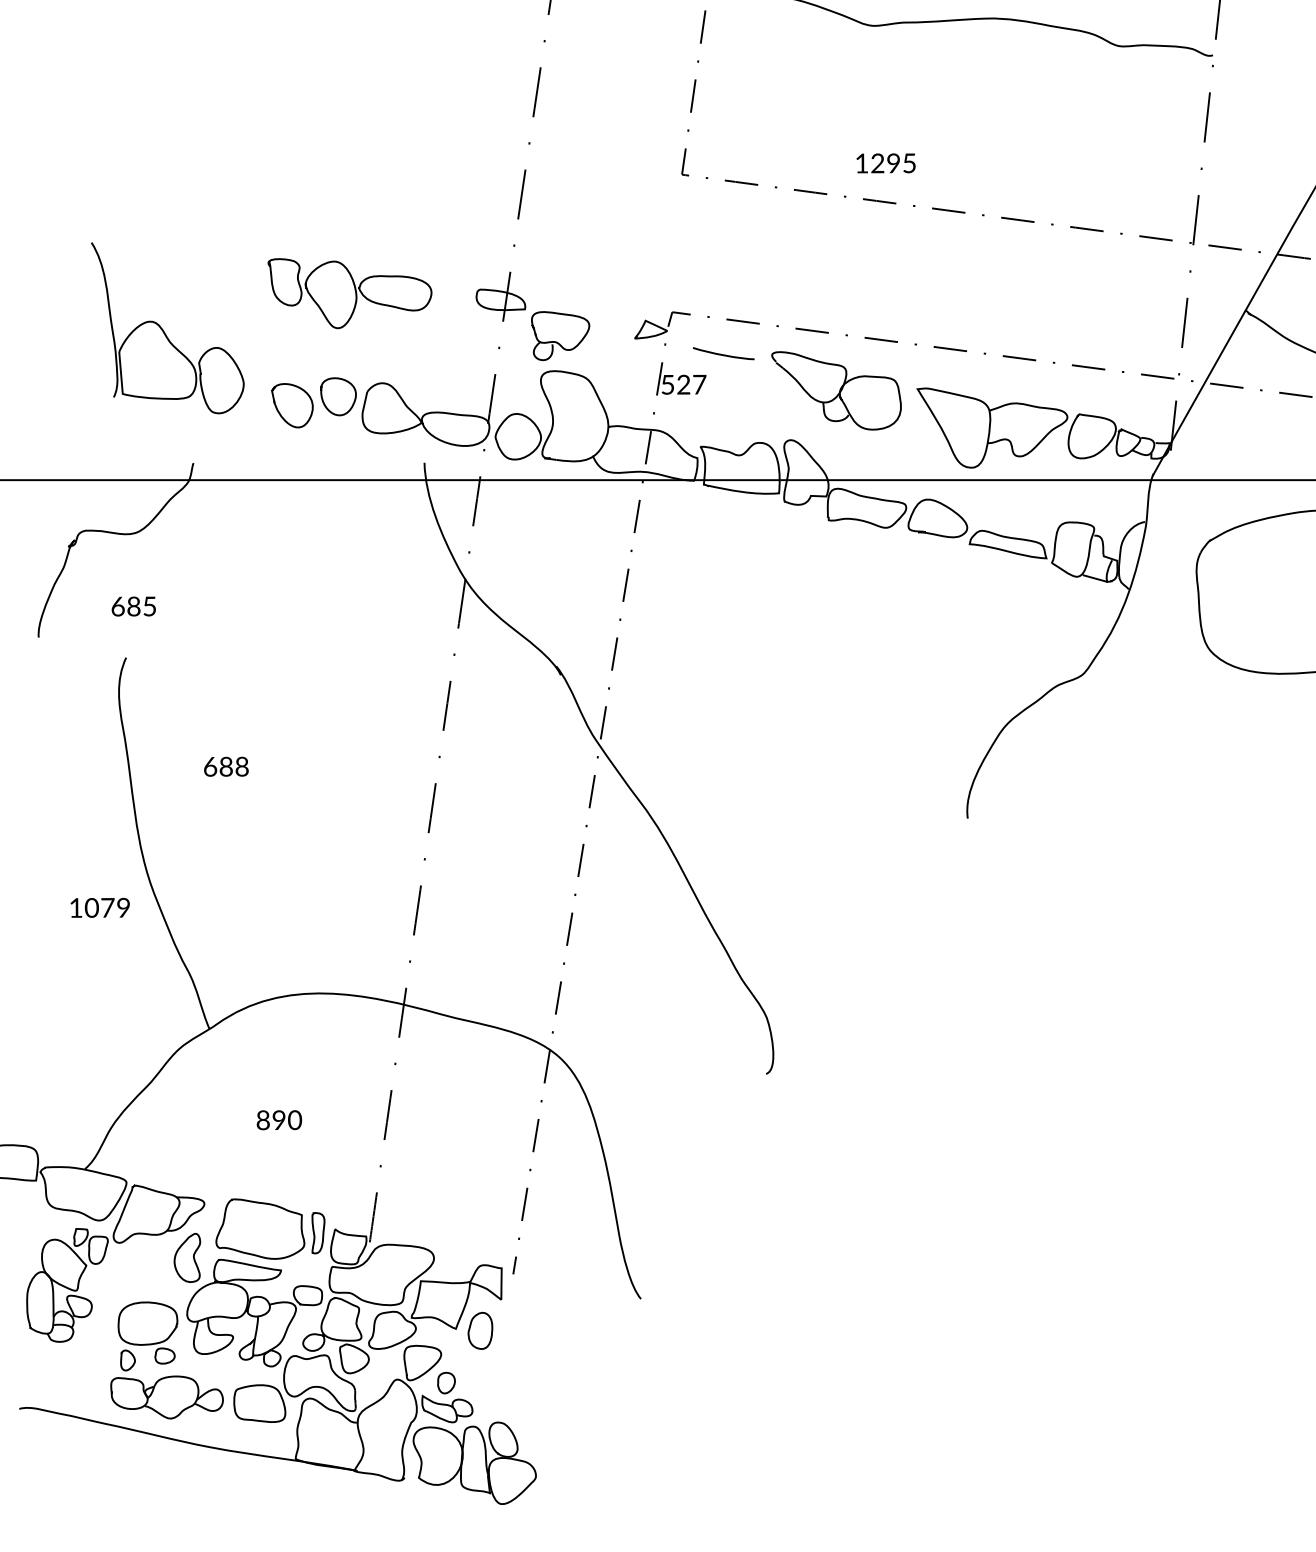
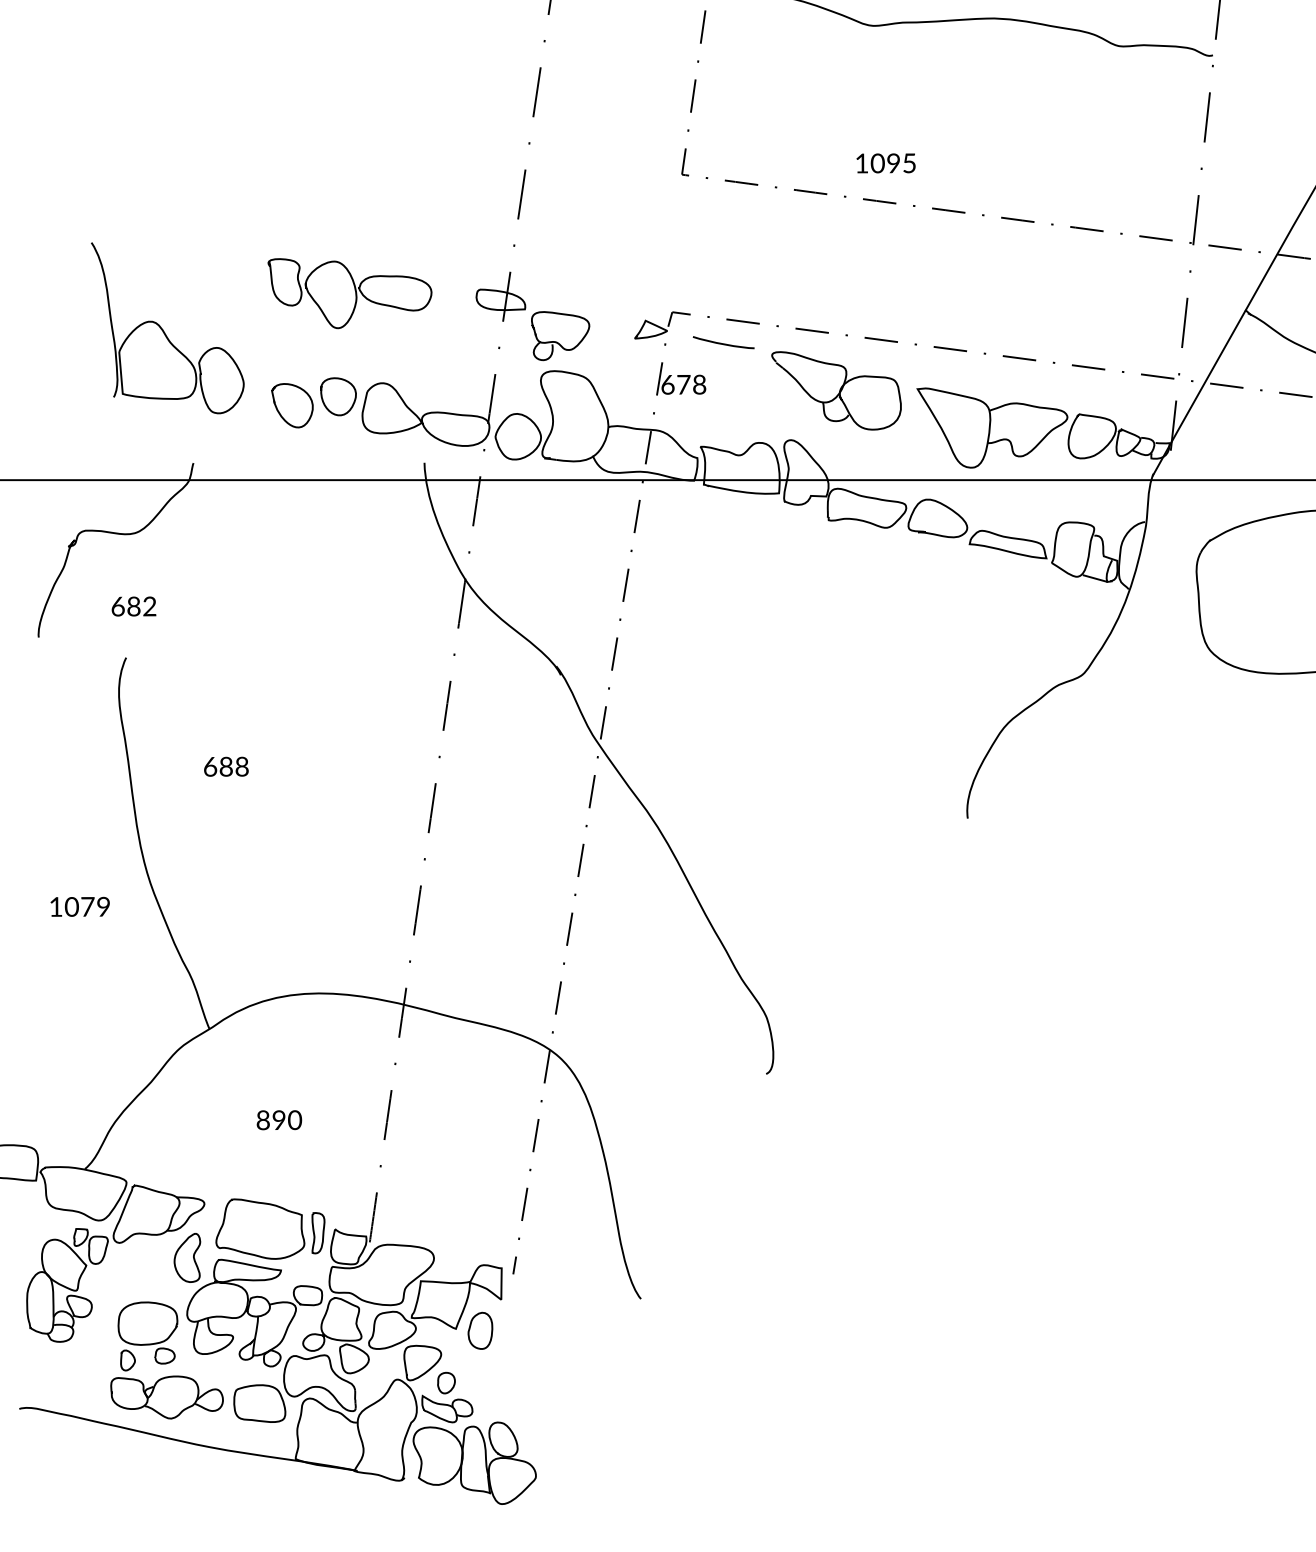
text at (877, 163): 1295 -> 1095
curve at (723, 354) position: (723, 354) -> (723, 343)
text at (683, 384): 527 -> 678
text at (149, 606): 685 -> 682
text at (99, 907) position: (99, 907) -> (79, 906)
